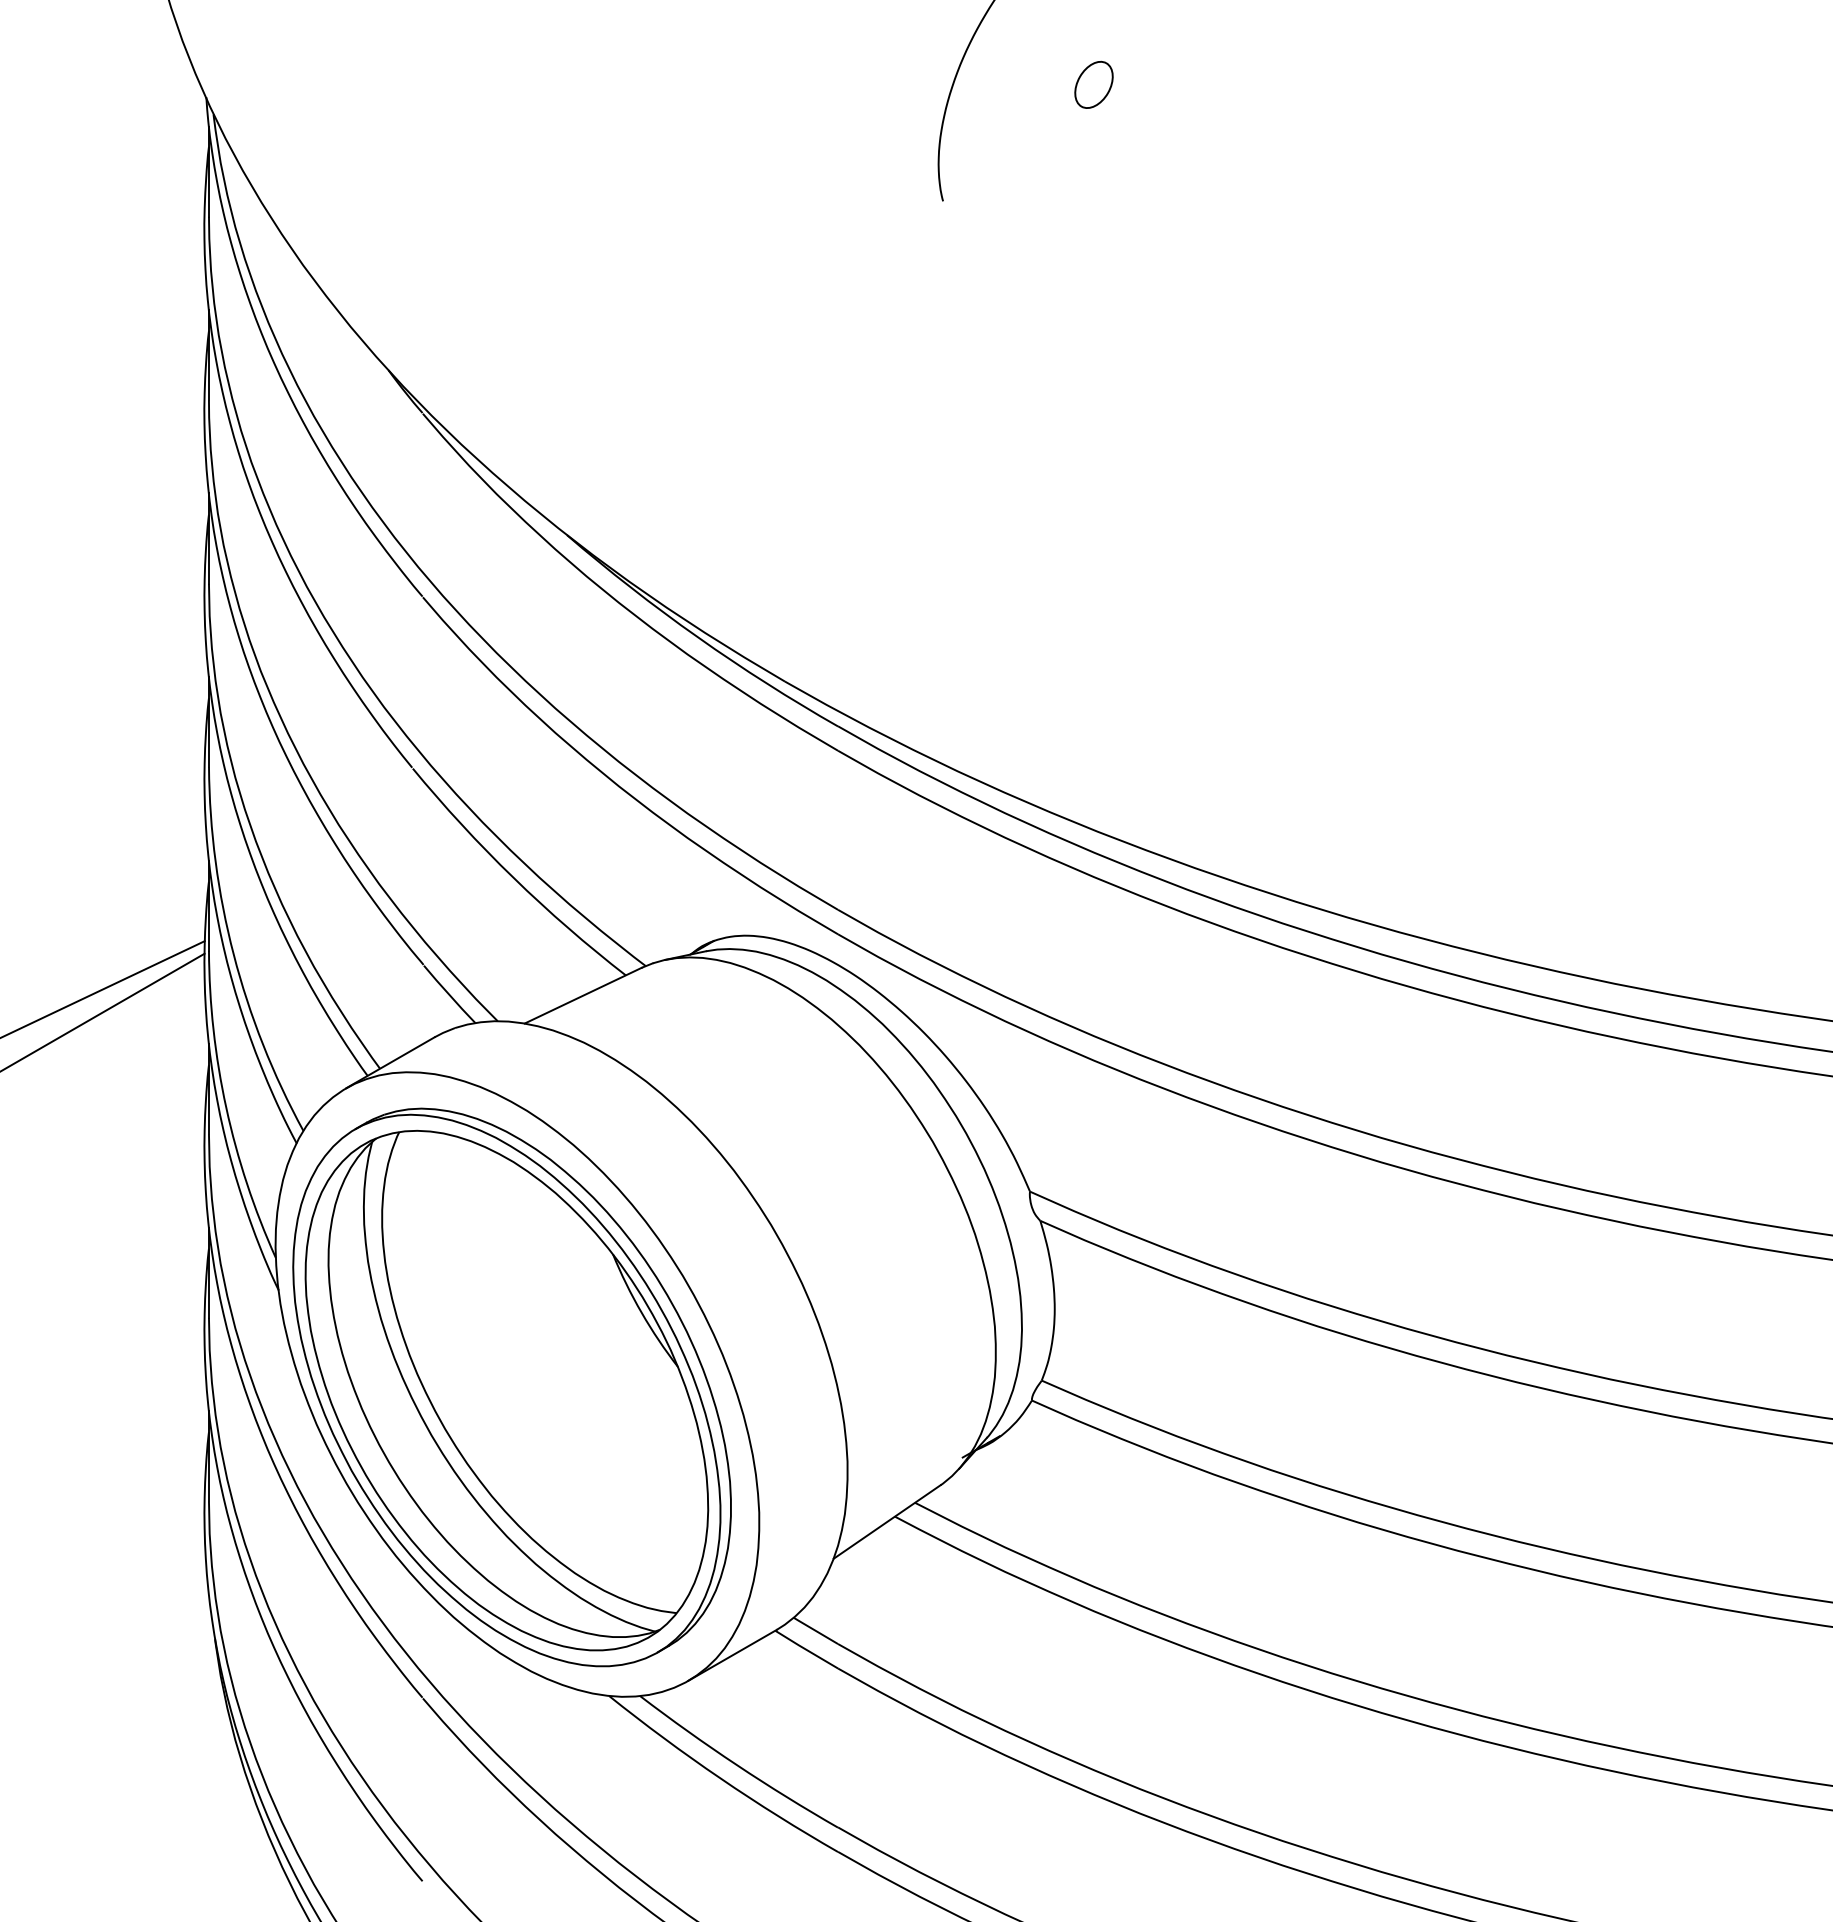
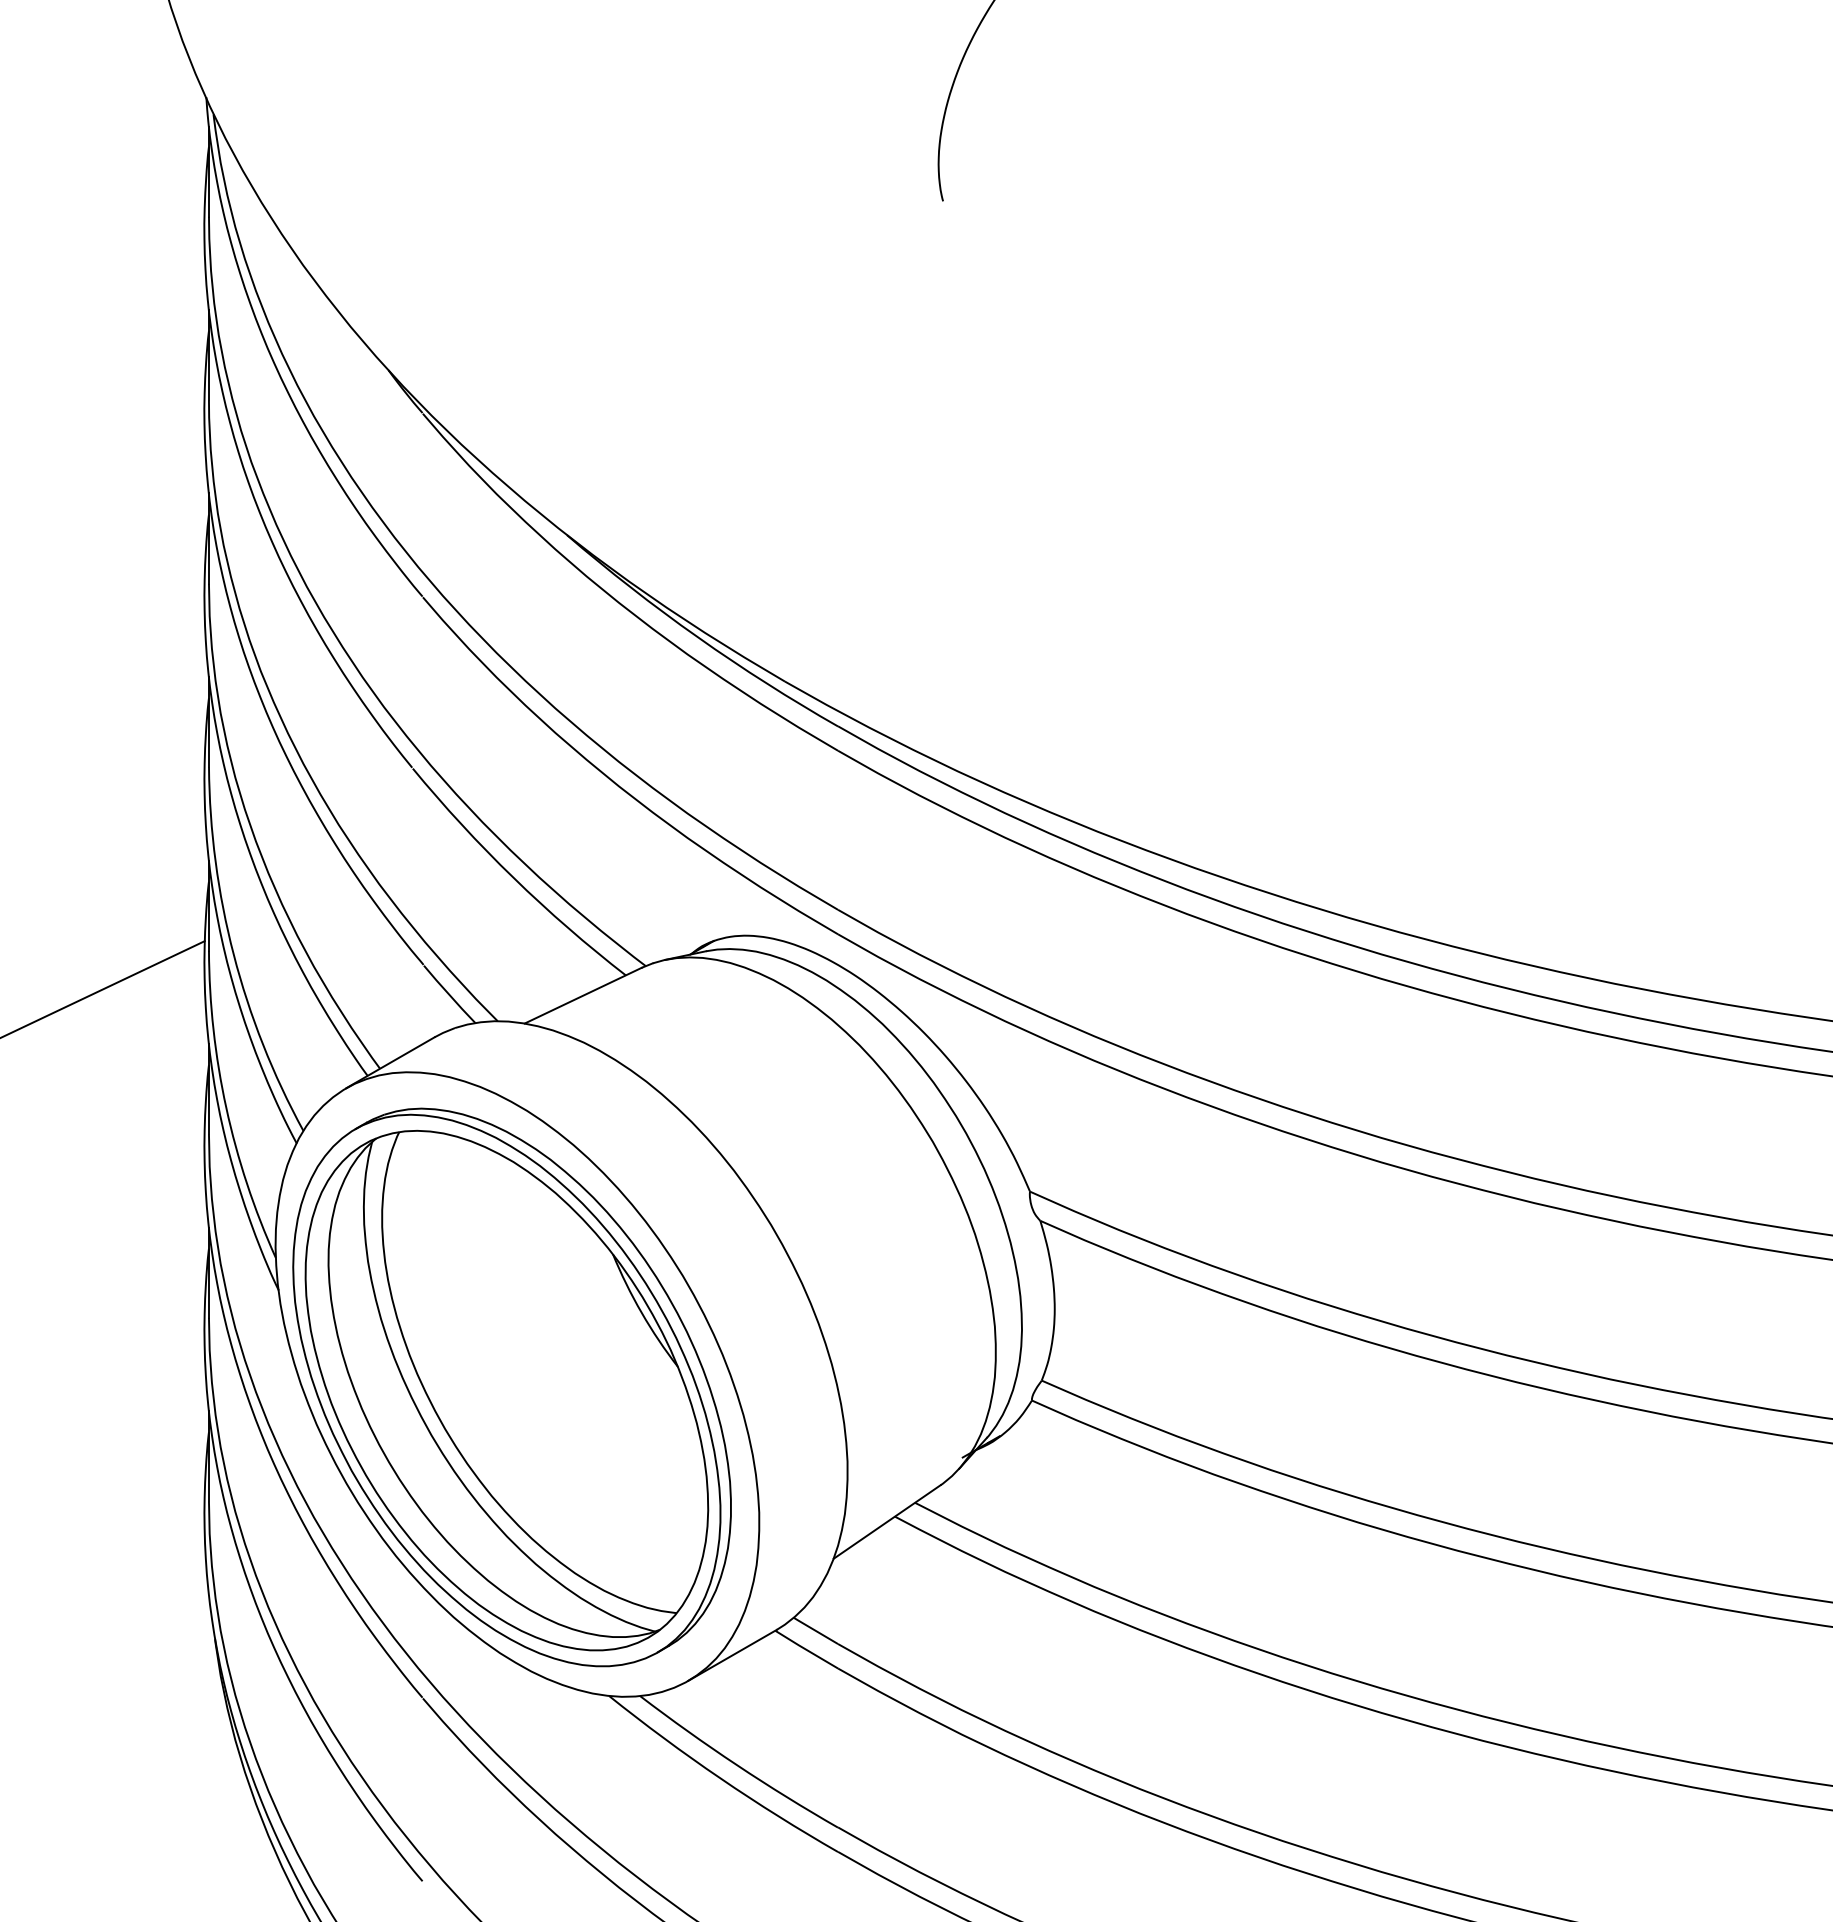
part at (1093, 84): present -> none
line at (103, 1011): present -> none
